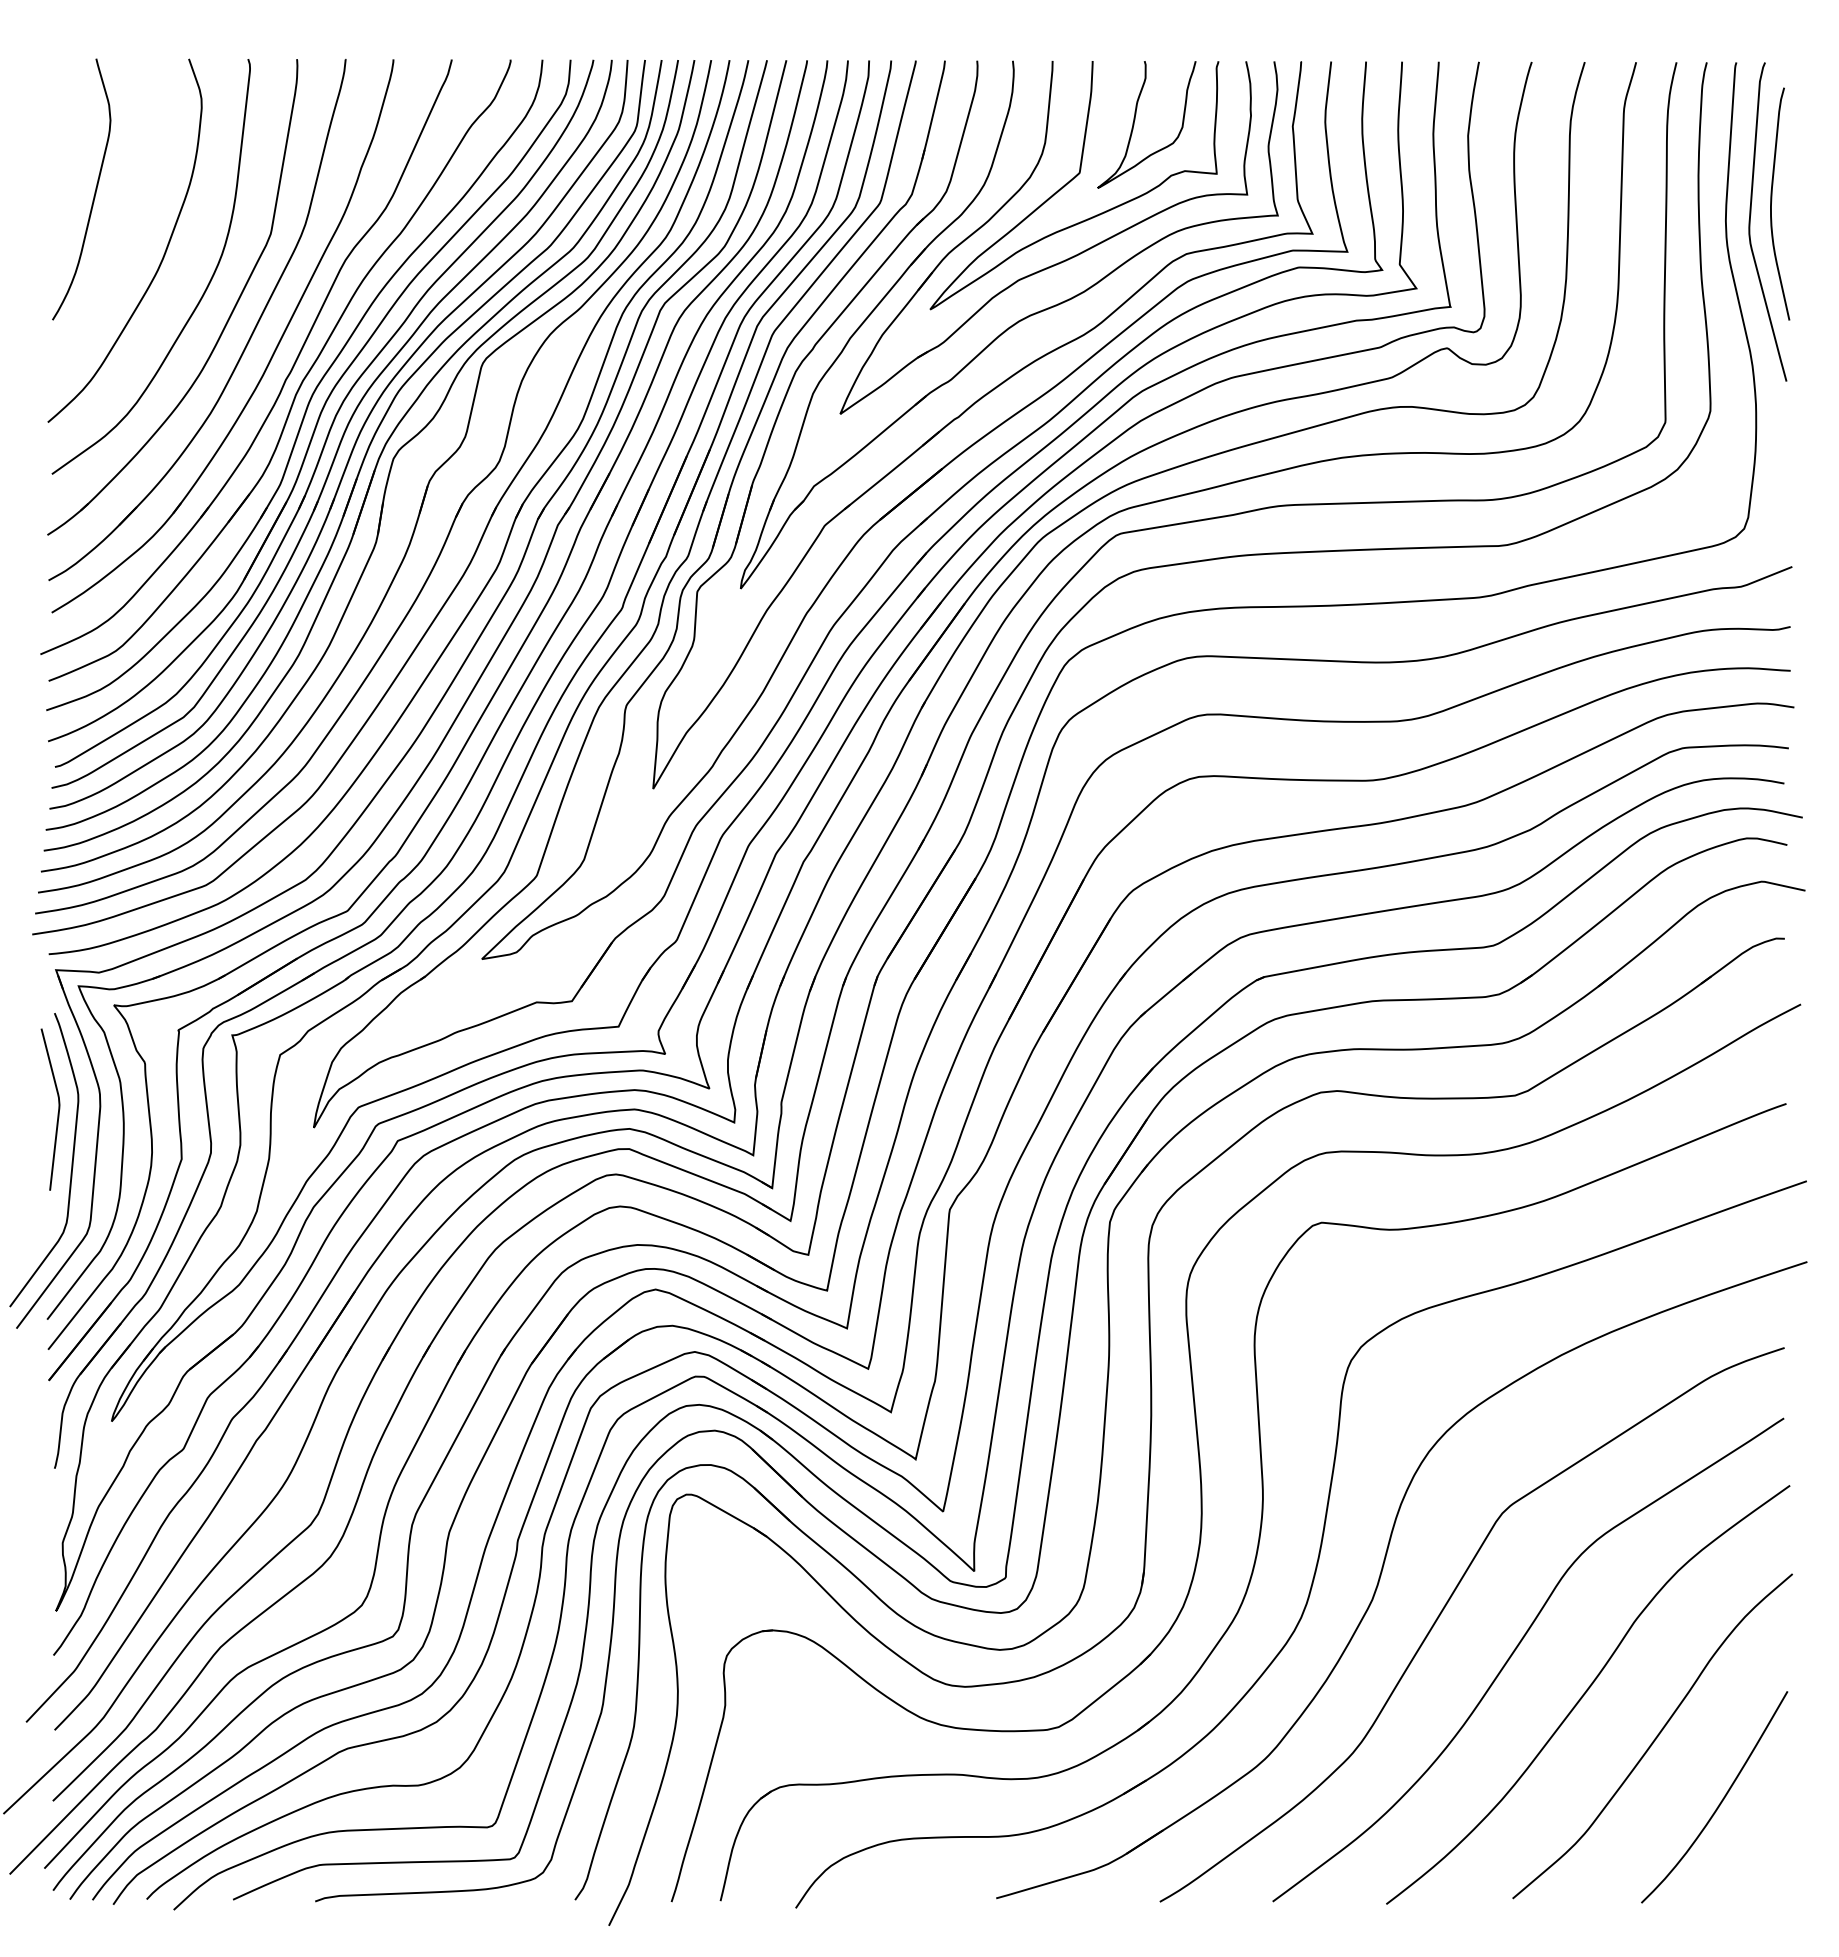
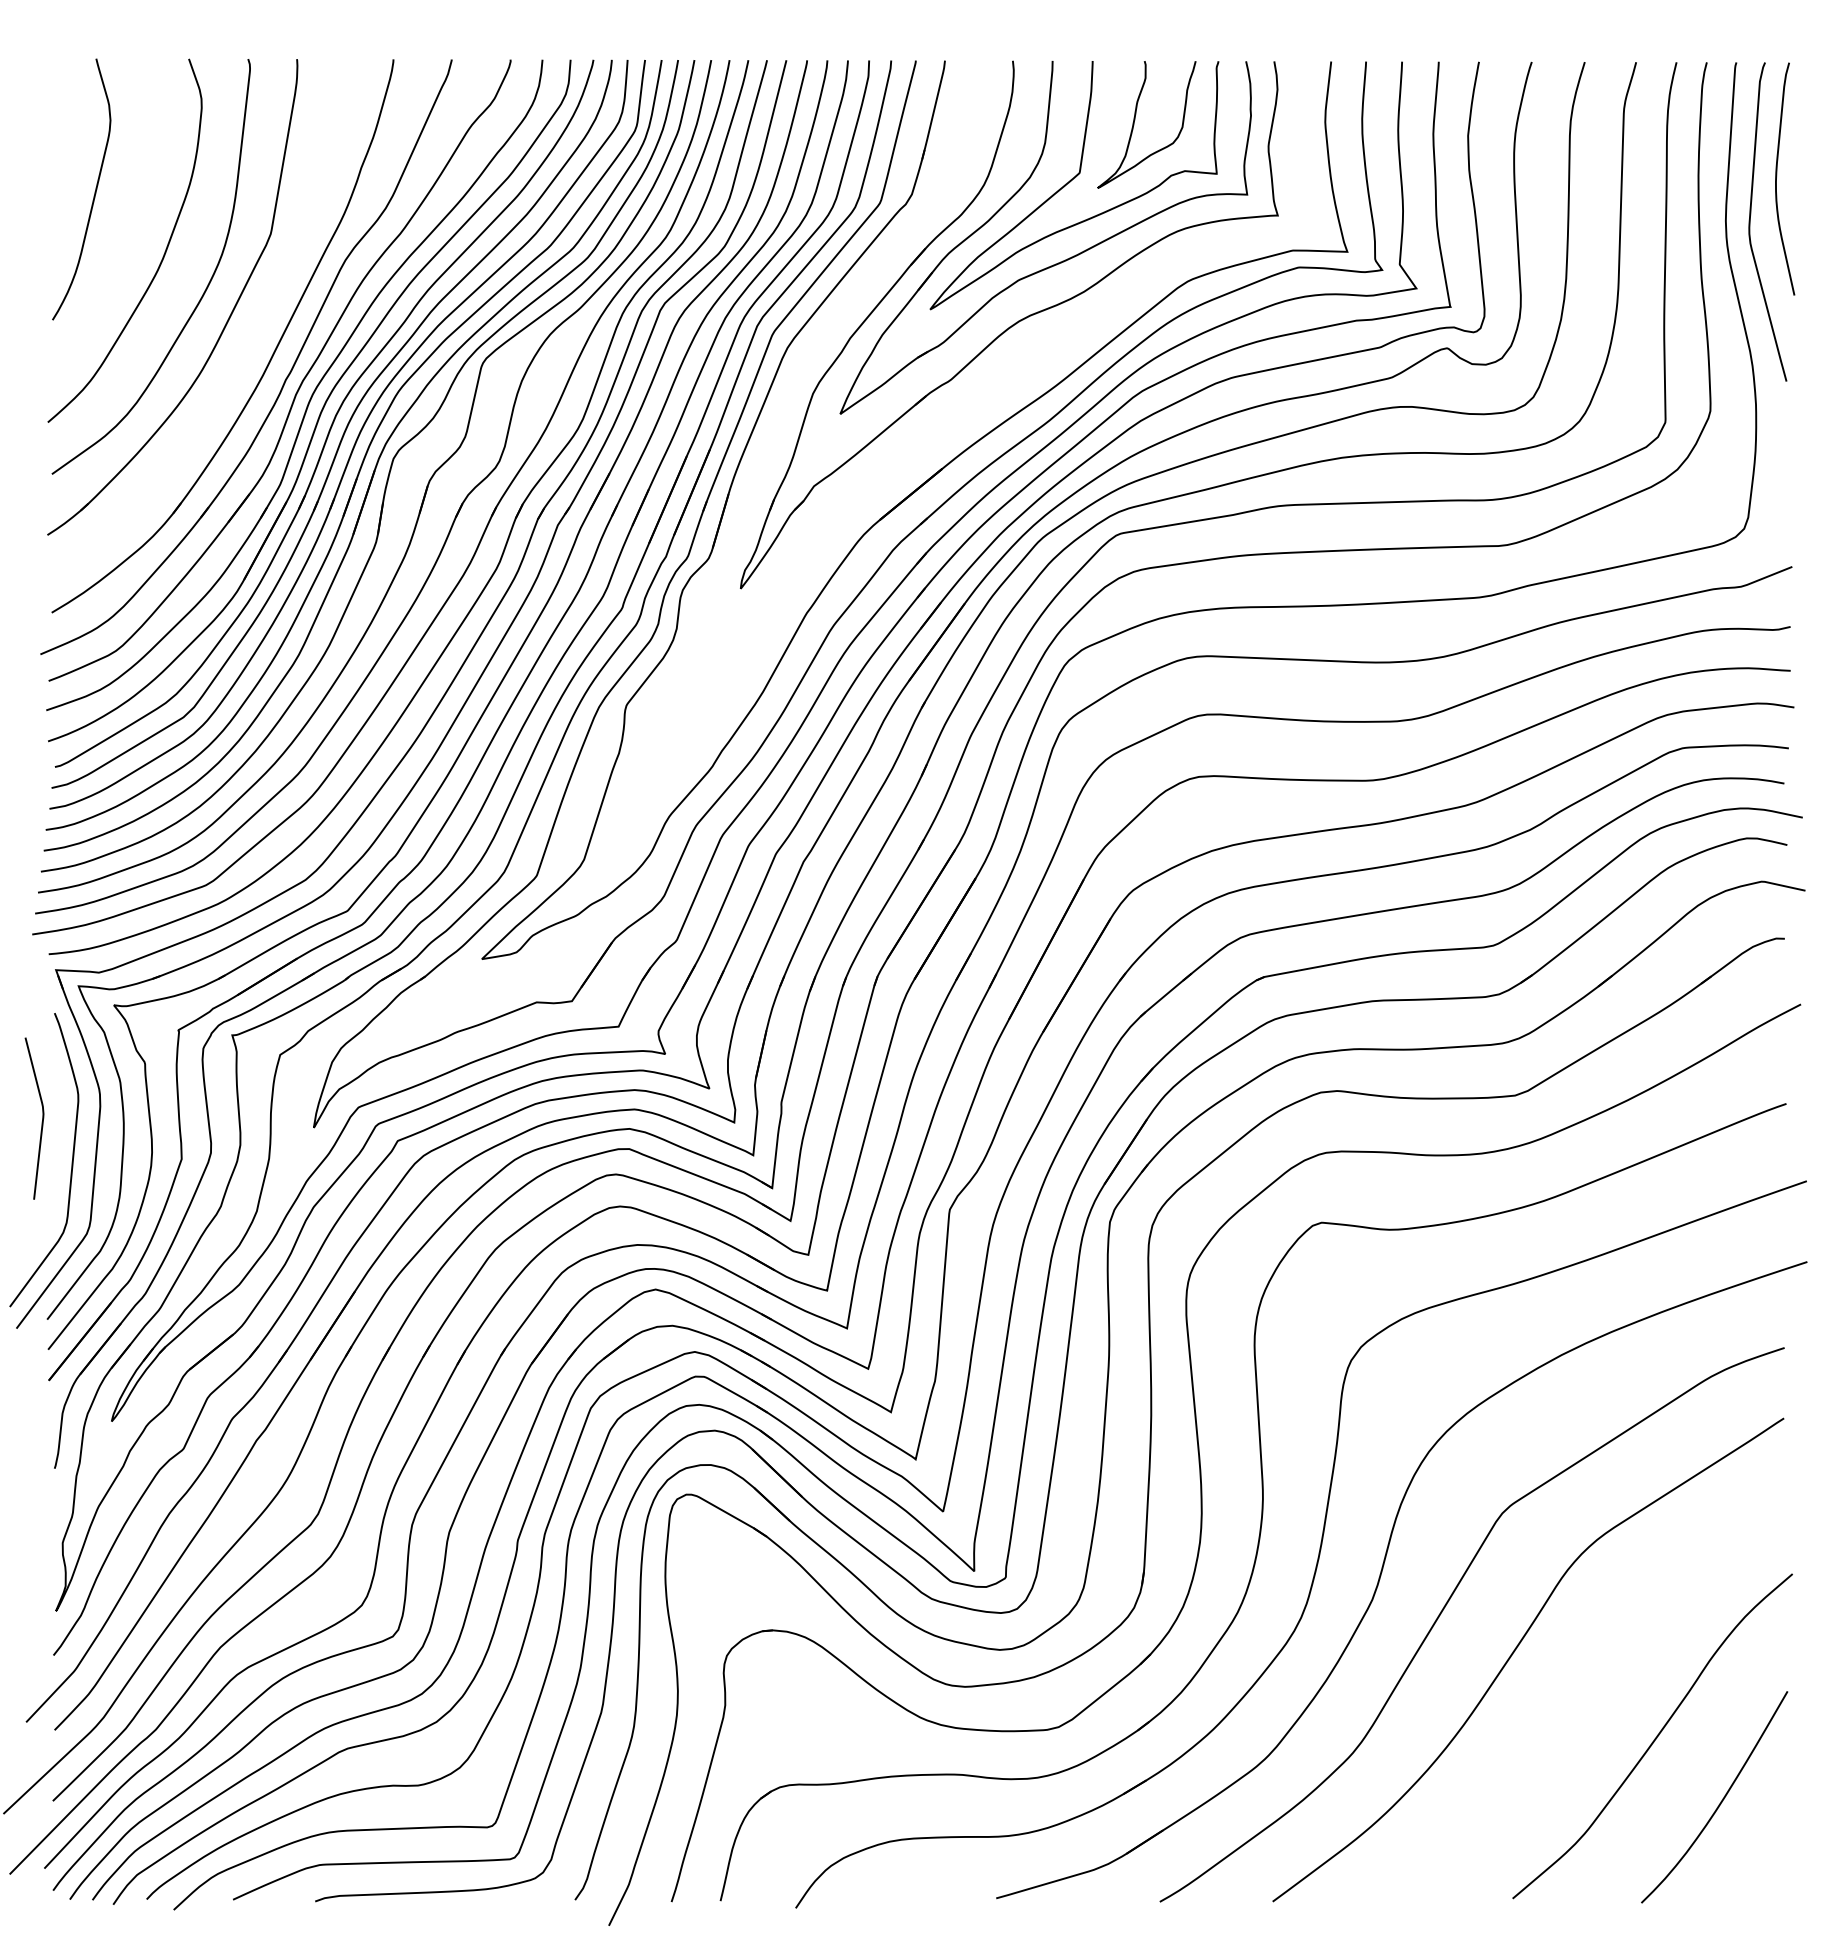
curve at (1772, 201) position: (1772, 201) -> (1777, 176)
part at (245, 345): present -> none
part at (971, 407): present -> none
curve at (58, 1109) position: (58, 1109) -> (42, 1118)
curve at (1586, 1692): present -> none
